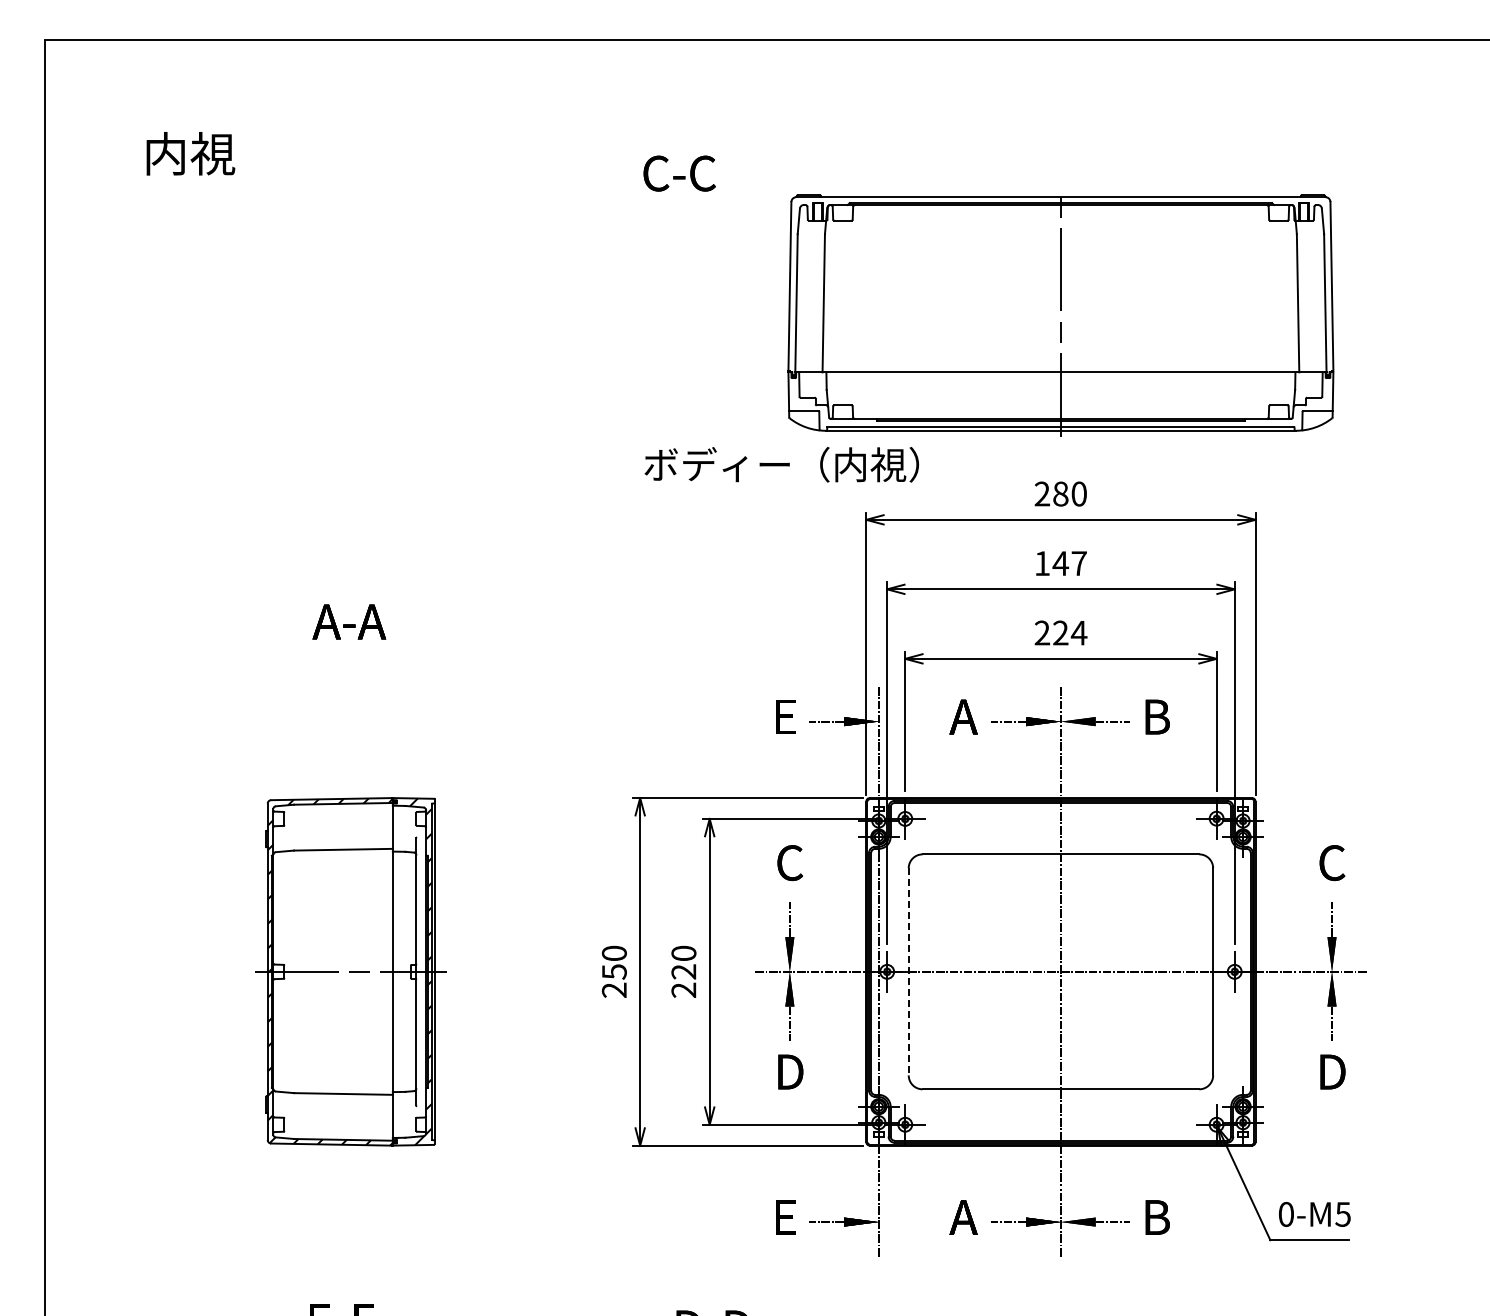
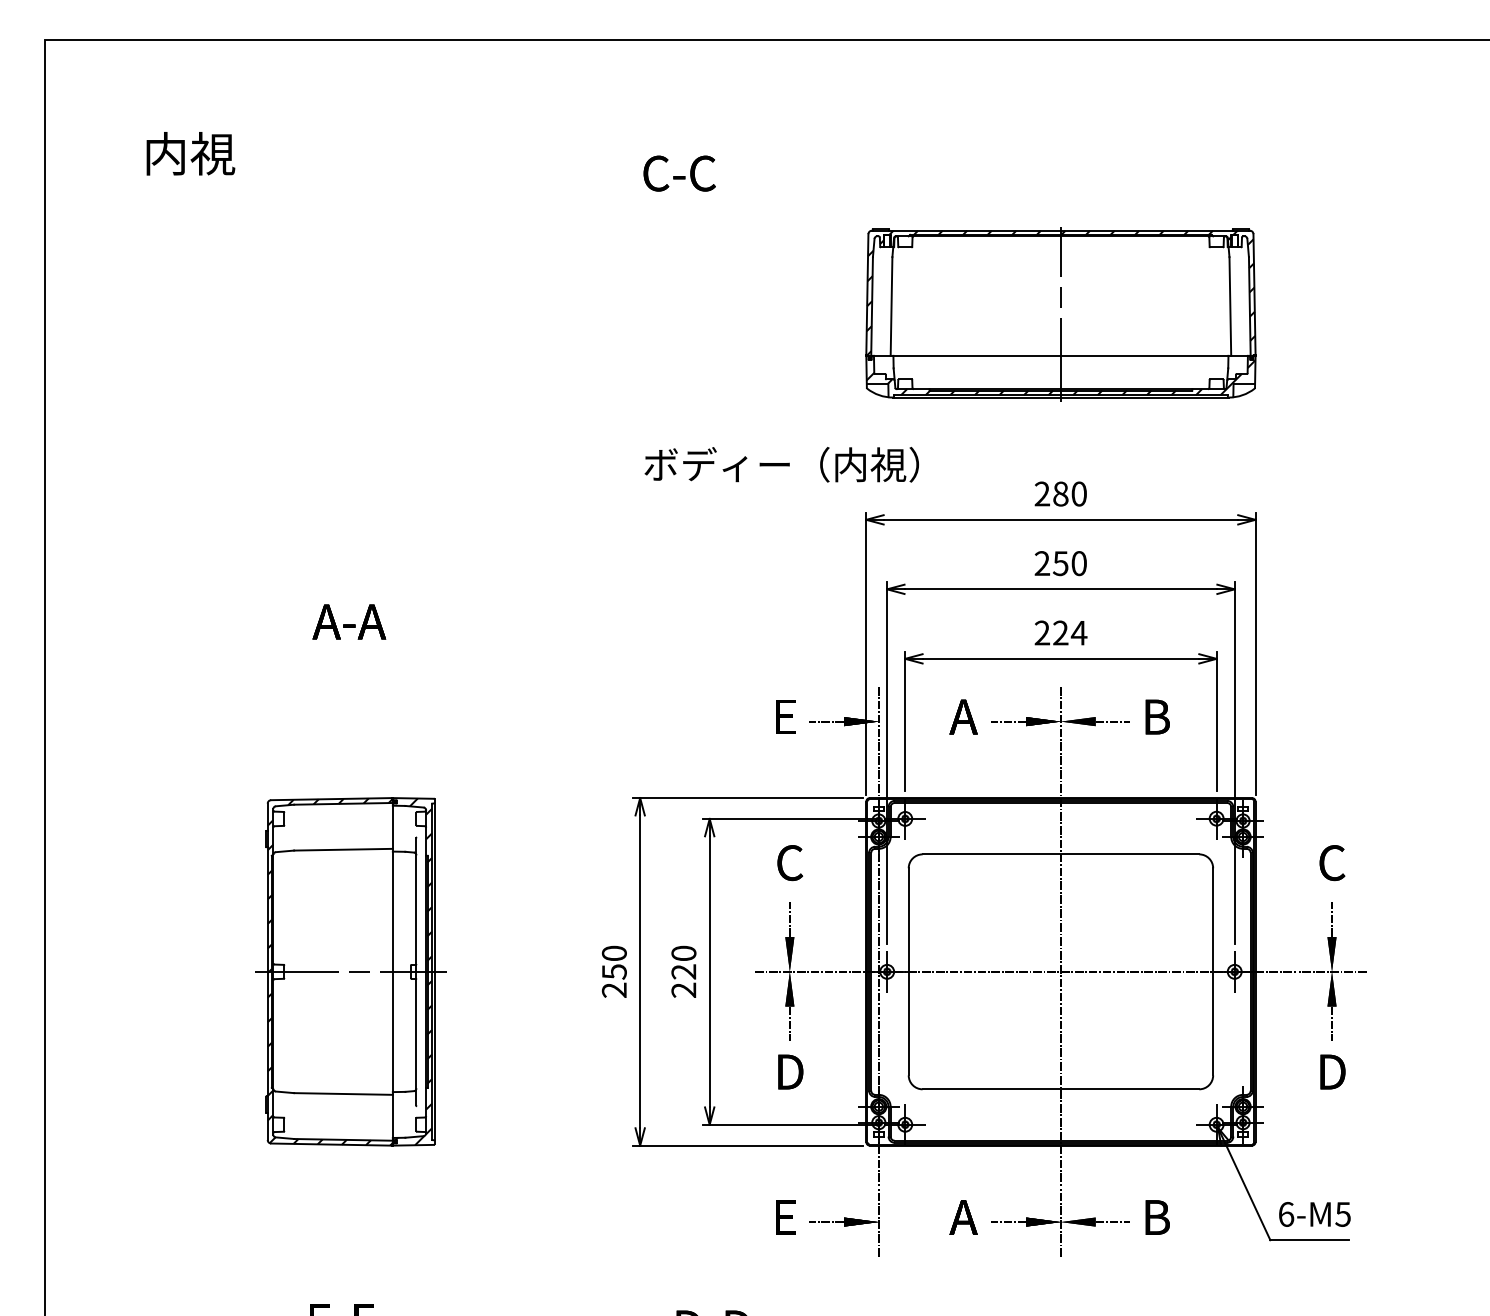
part at (1060, 315) size: 548x243 px -> 392x175 px
text at (1060, 563): 147 -> 250
line at (908, 971): dashed -> solid
text at (1286, 1213): 0-M5 -> 6-M5
